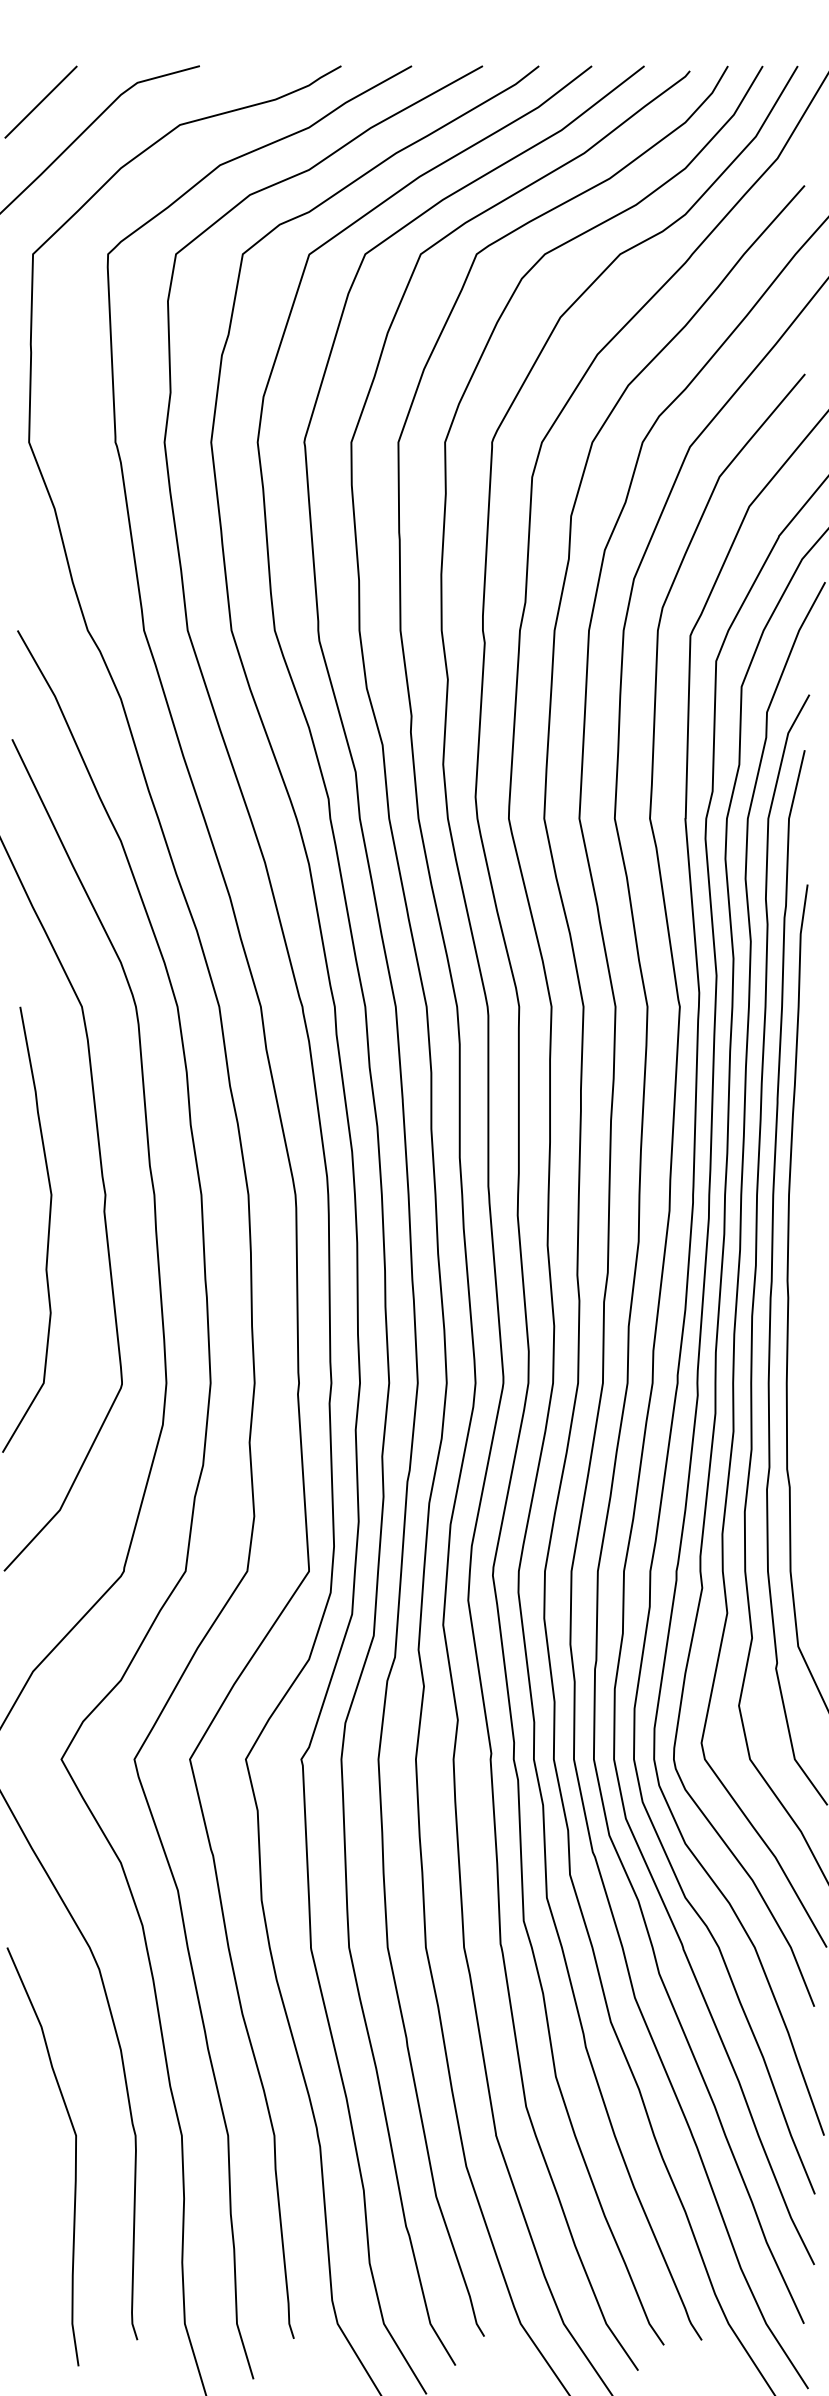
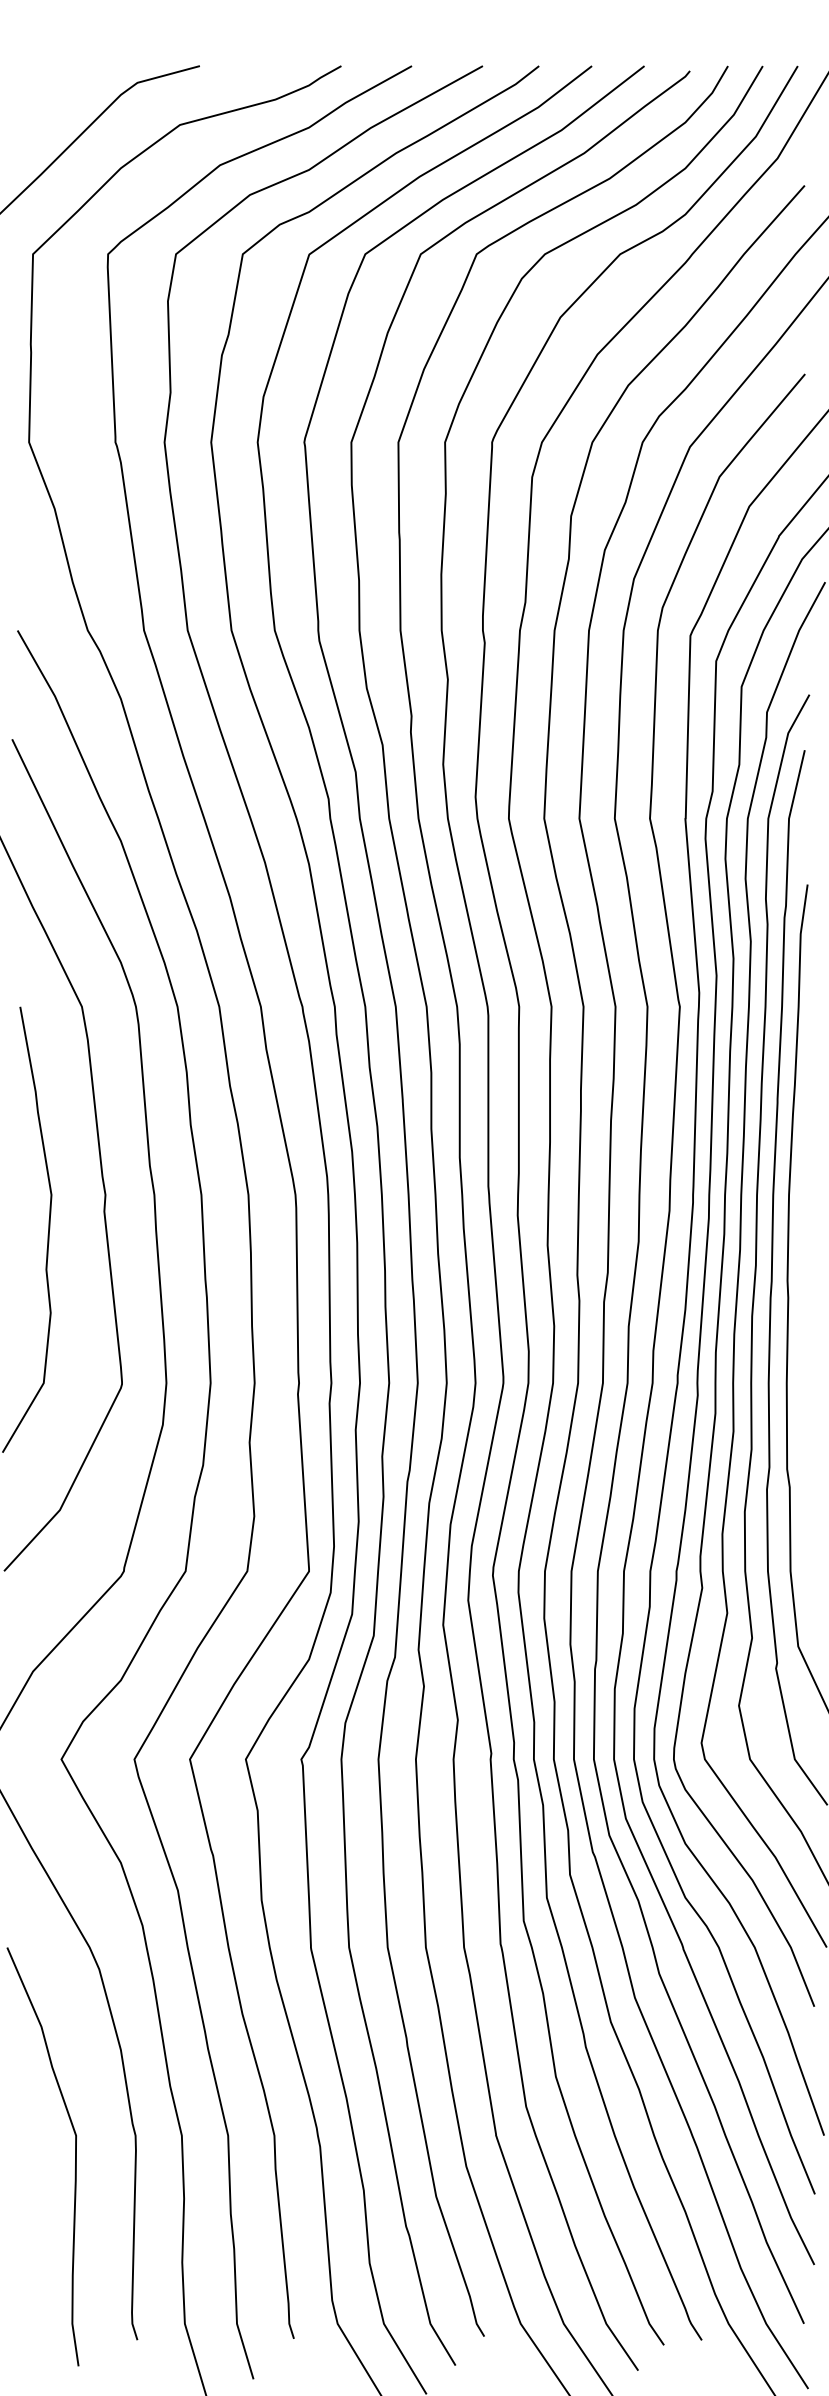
line at (40, 101): present -> none
